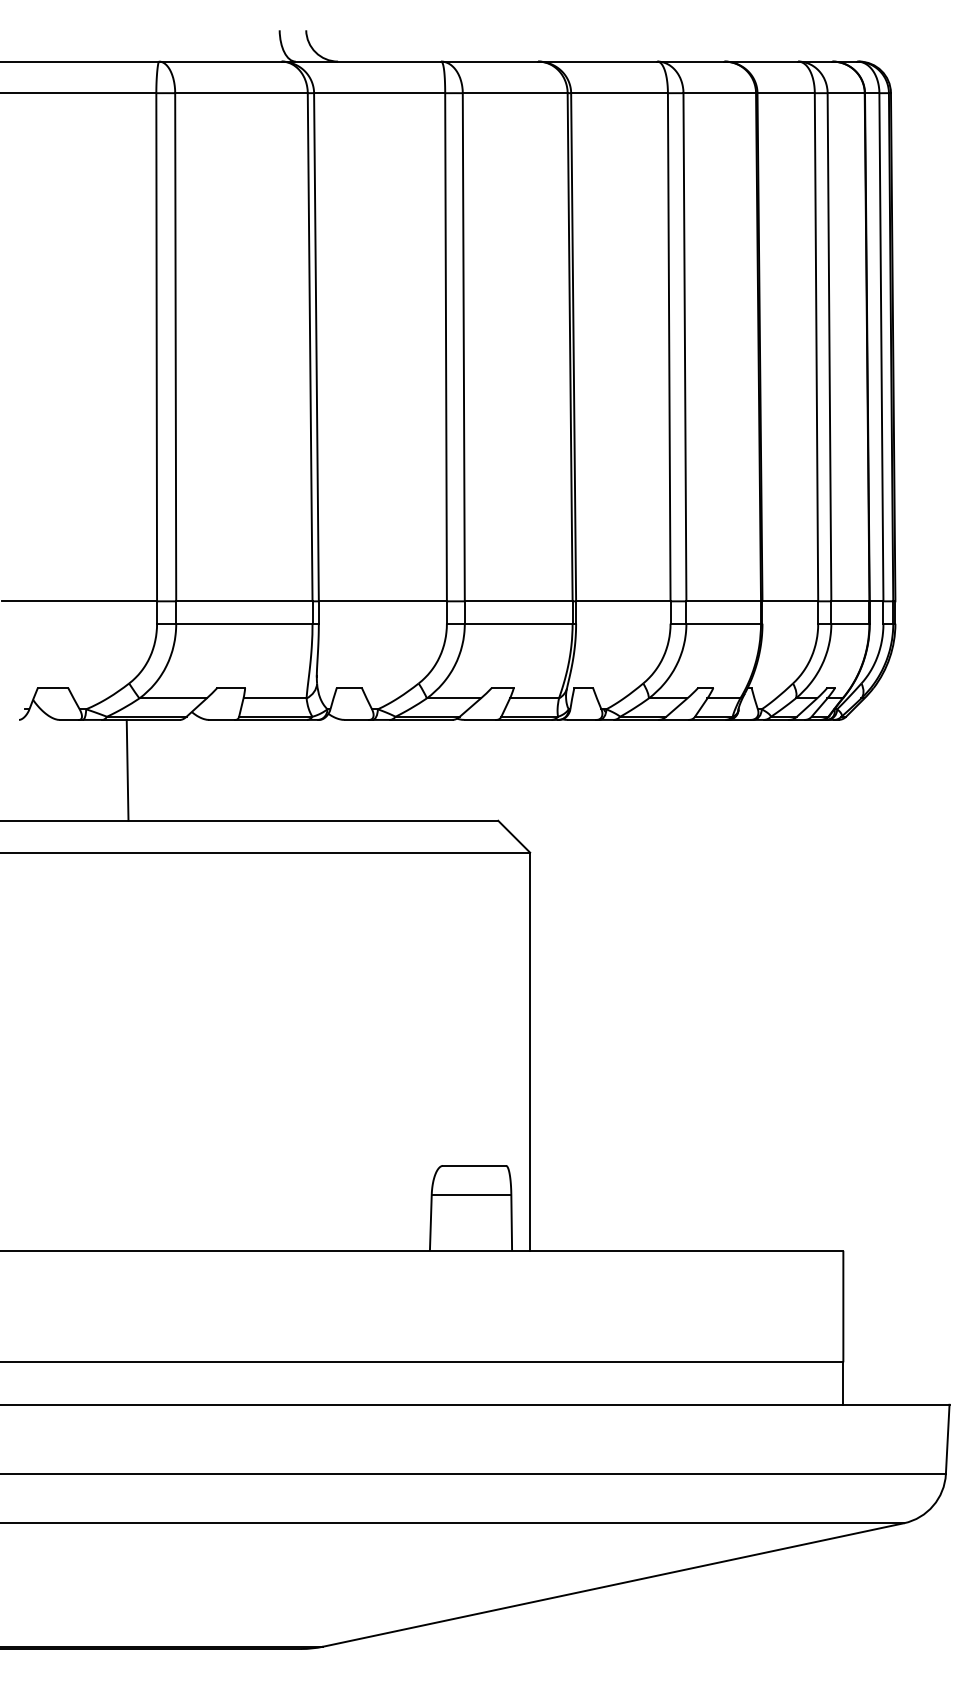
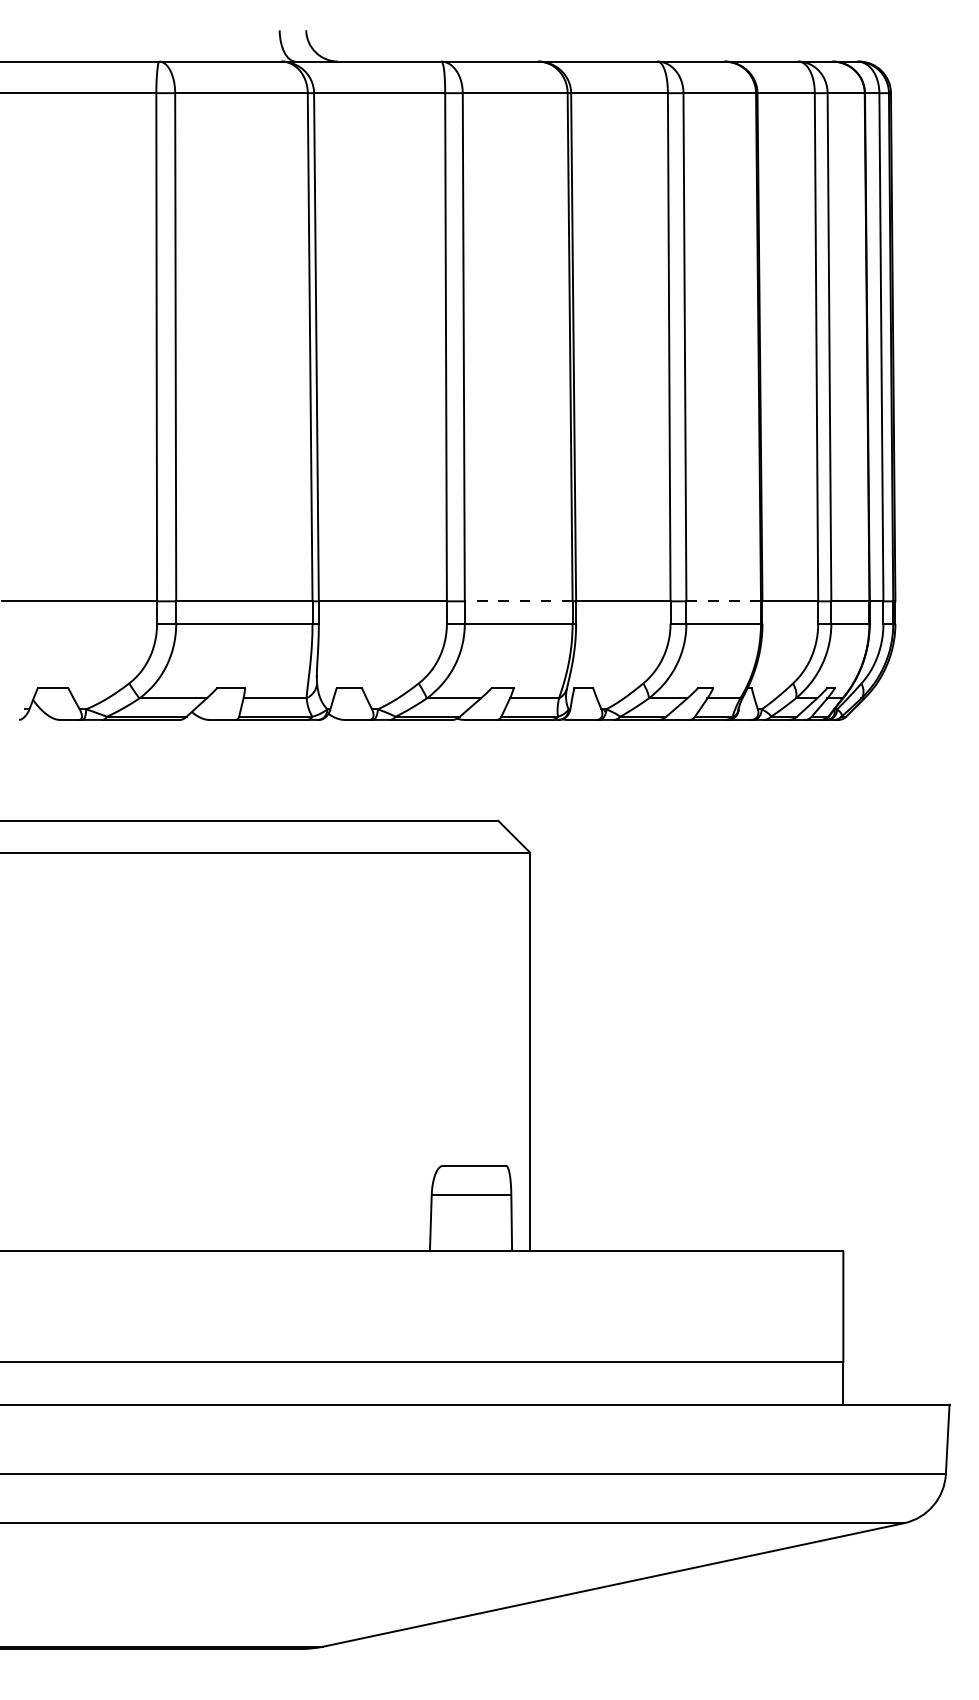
line at (518, 601): solid -> dashed
line at (723, 601): solid -> dashed
line at (127, 769): present -> none
